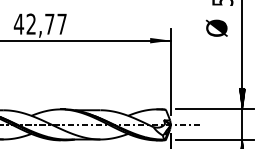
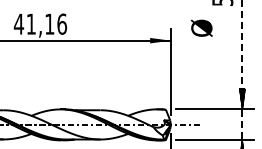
text at (46, 23): 42,77 -> 41,16
text at (216, 27) position: (216, 27) -> (201, 27)
line at (242, 74): solid -> dashed
